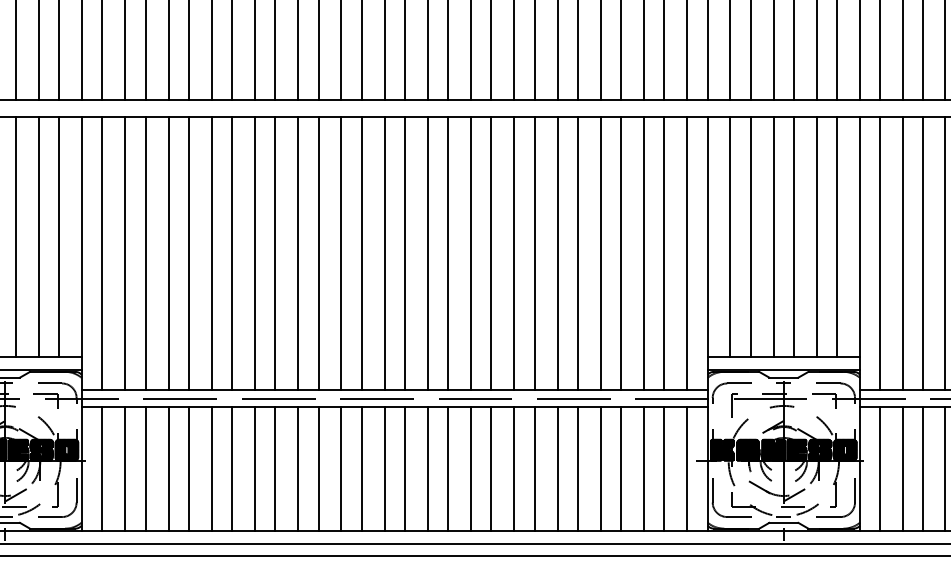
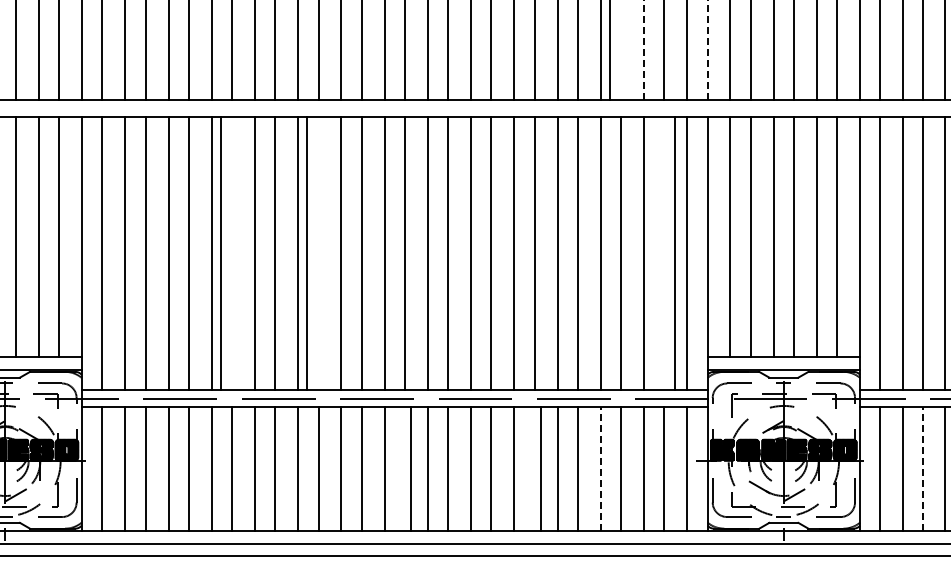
line at (643, 49): solid -> dashed
line at (707, 49): solid -> dashed
line at (621, 50) position: (621, 50) -> (610, 50)
line at (232, 252) position: (232, 252) -> (221, 252)
line at (318, 252) position: (318, 252) -> (306, 252)
line at (664, 252) position: (664, 252) -> (675, 252)
line at (405, 468) position: (405, 468) -> (411, 468)
line at (534, 468) position: (534, 468) -> (540, 468)
line at (600, 469): solid -> dashed
line at (923, 469): solid -> dashed
